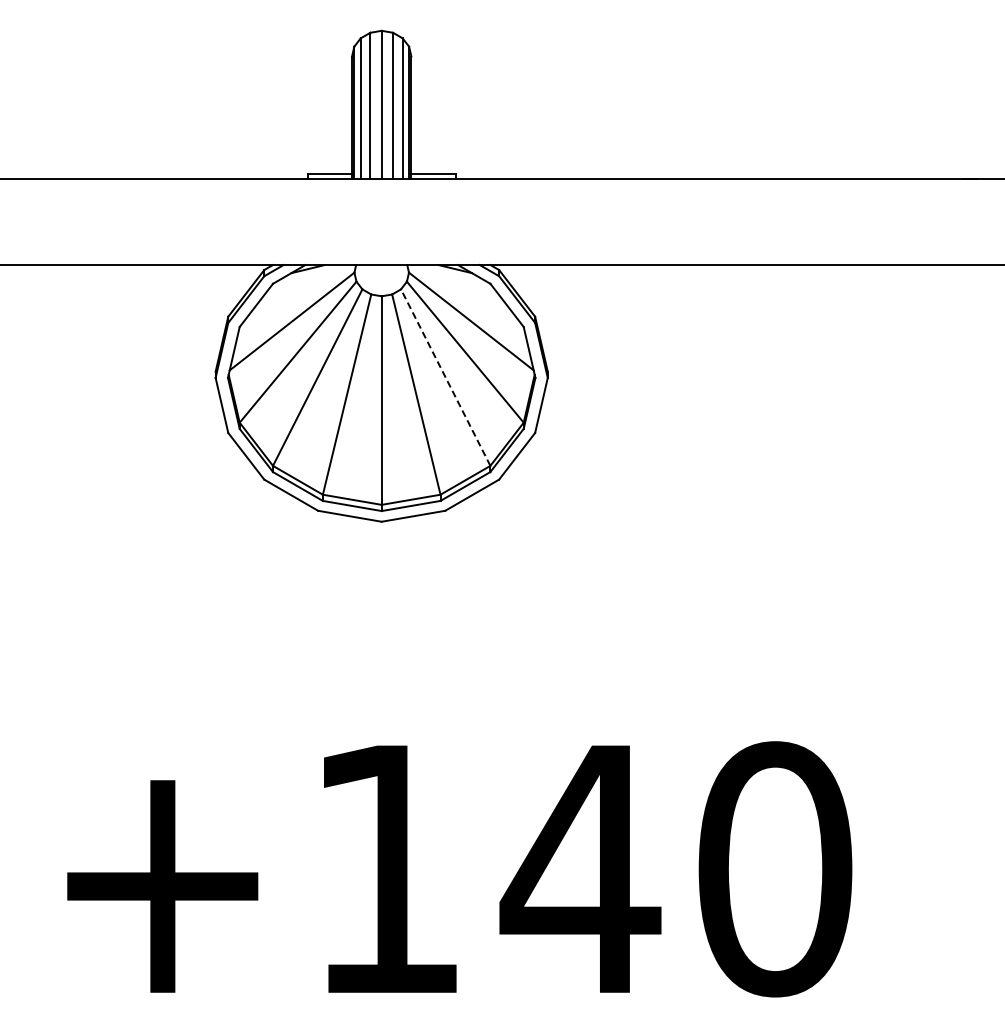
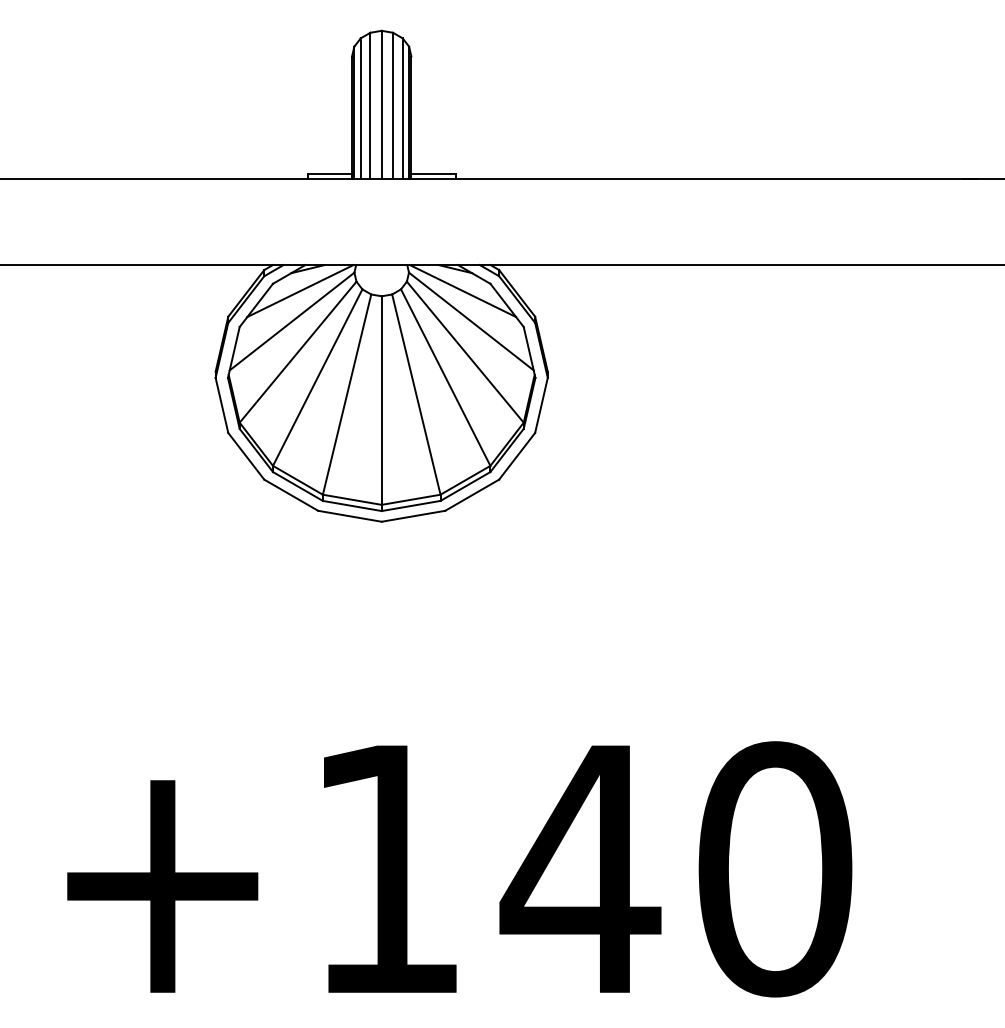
line at (300, 291): none -> present
line at (462, 291): none -> present
line at (445, 377): dashed -> solid
